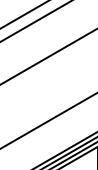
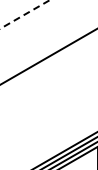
line at (24, 14): solid -> dashed
line at (35, 21): present -> none
line at (48, 120): present -> none
